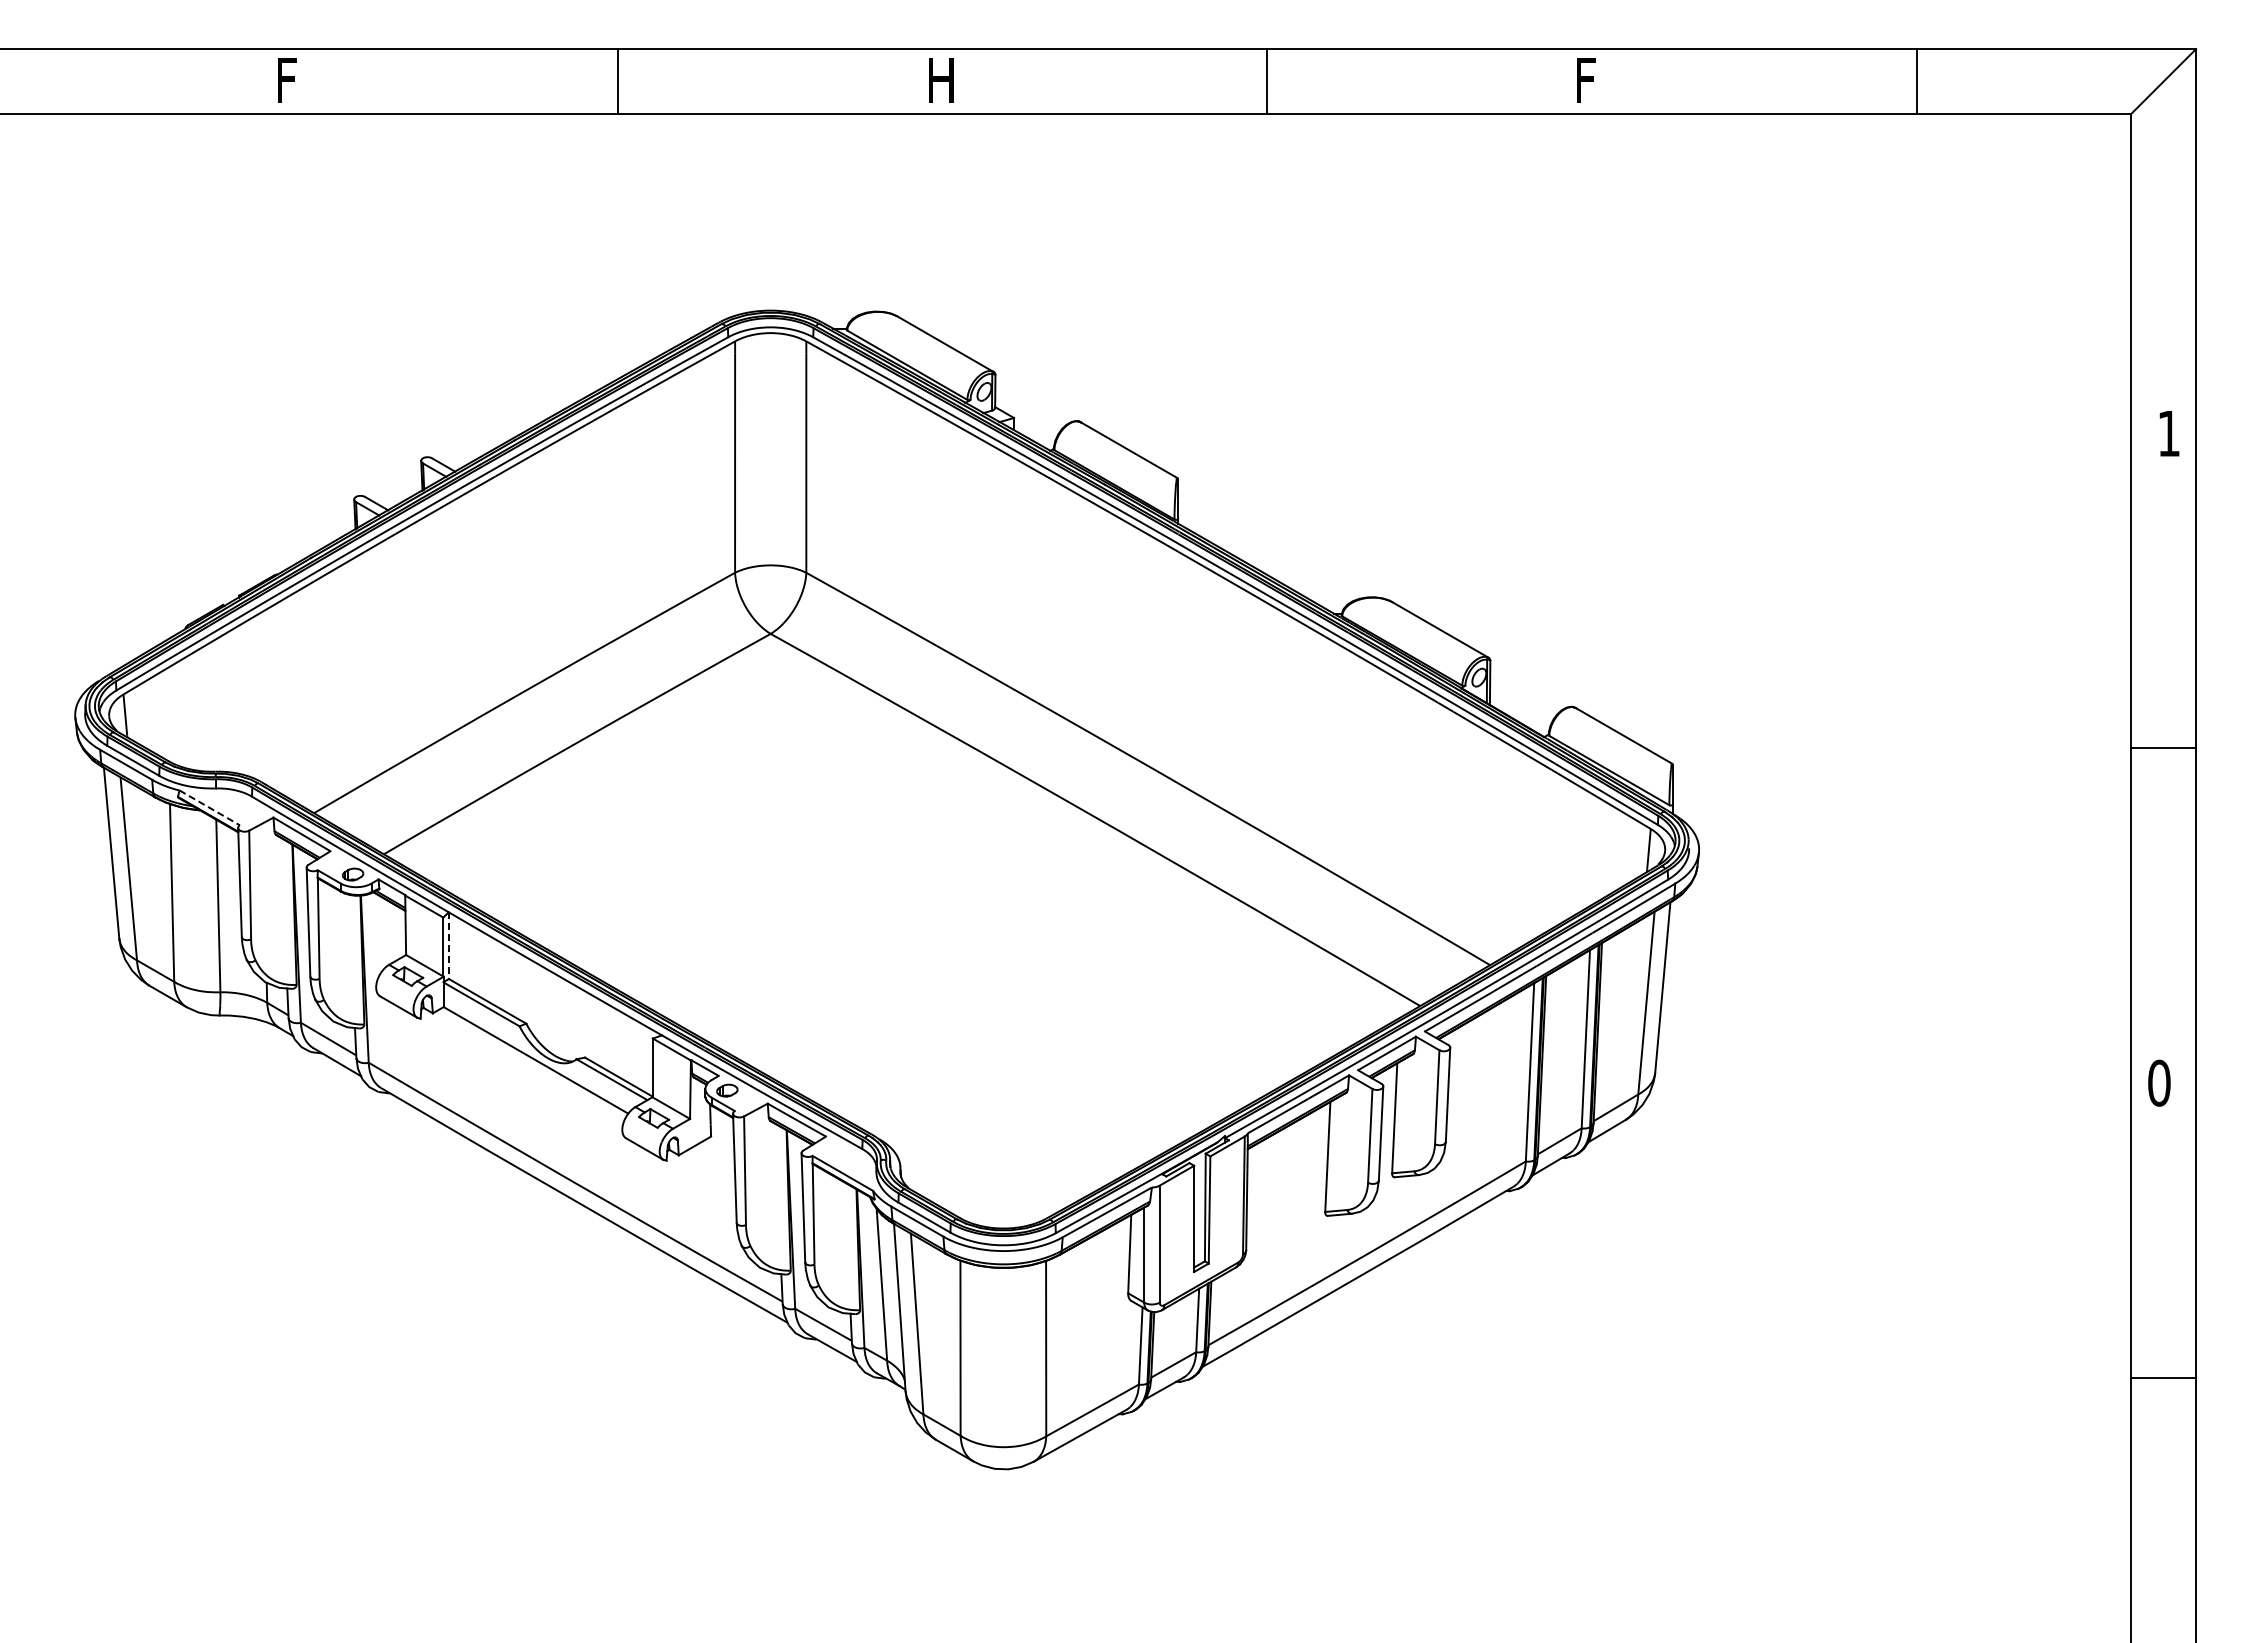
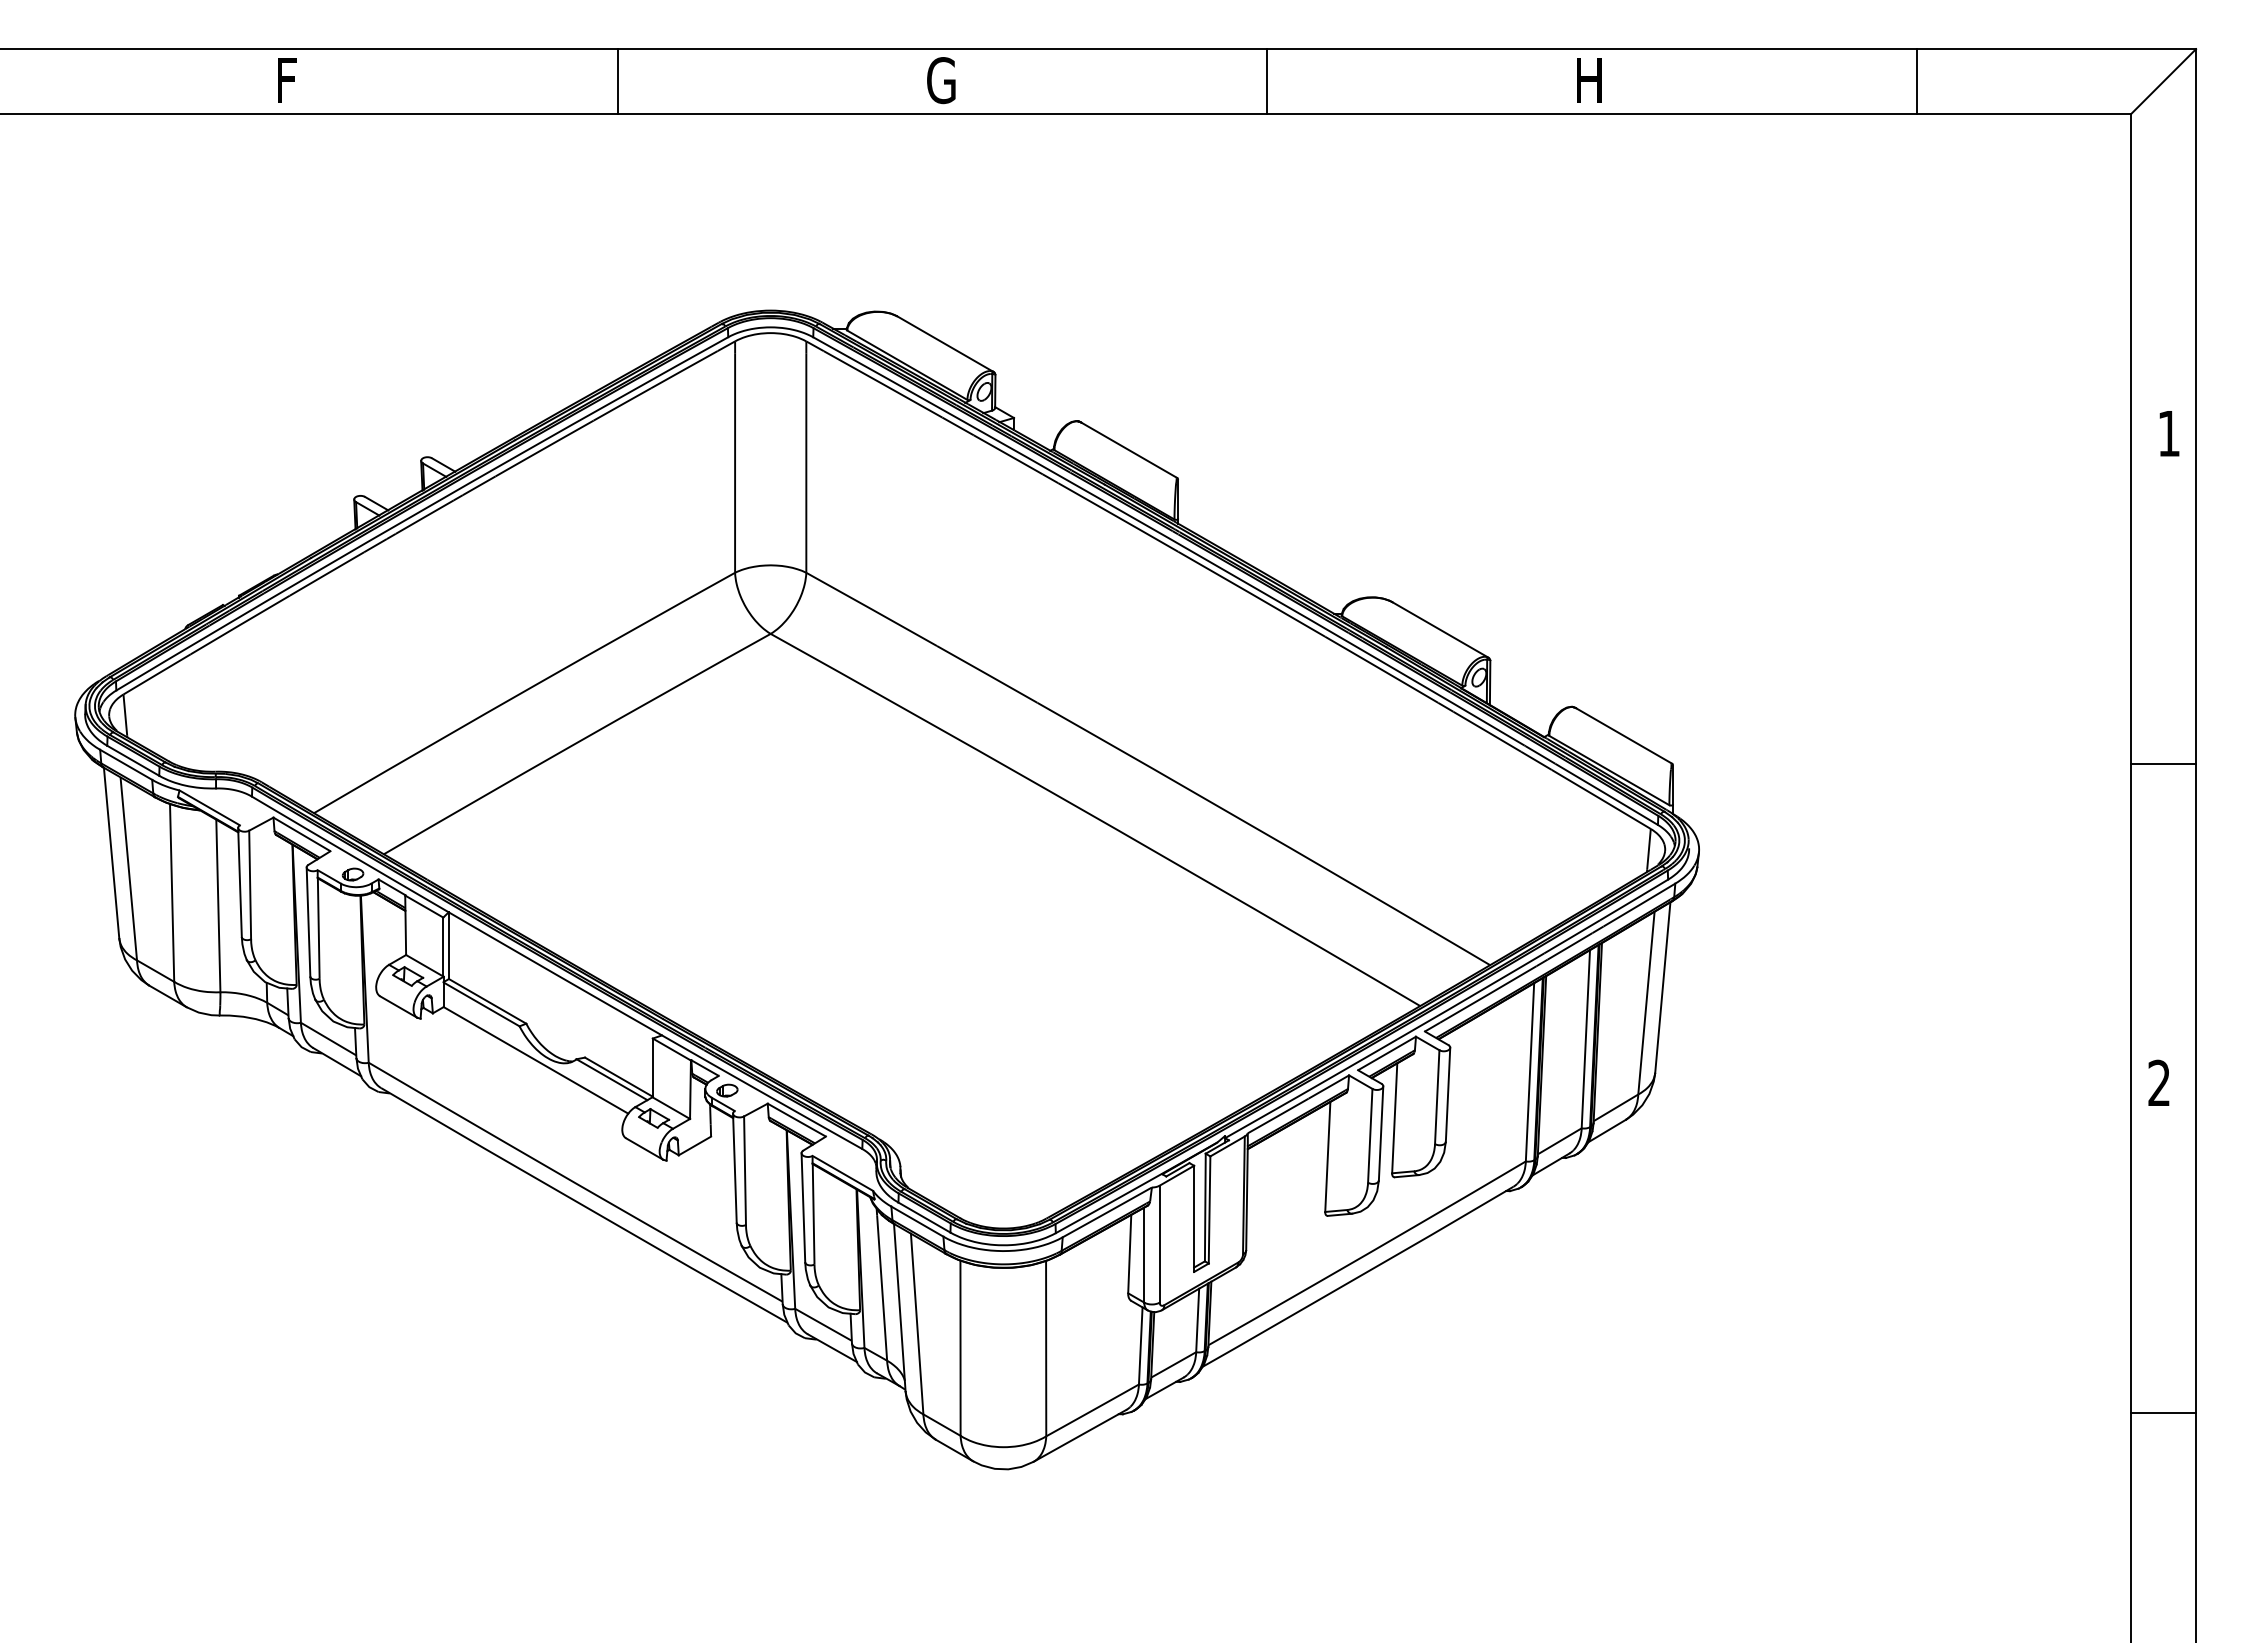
text at (941, 80): H -> G
text at (1591, 80): F -> H
line at (2163, 747) position: (2163, 747) -> (2163, 763)
line at (209, 807): dashed -> solid
line at (448, 946): dashed -> solid
text at (2159, 1082): 0 -> 2
line at (2163, 1378) position: (2163, 1378) -> (2163, 1413)
